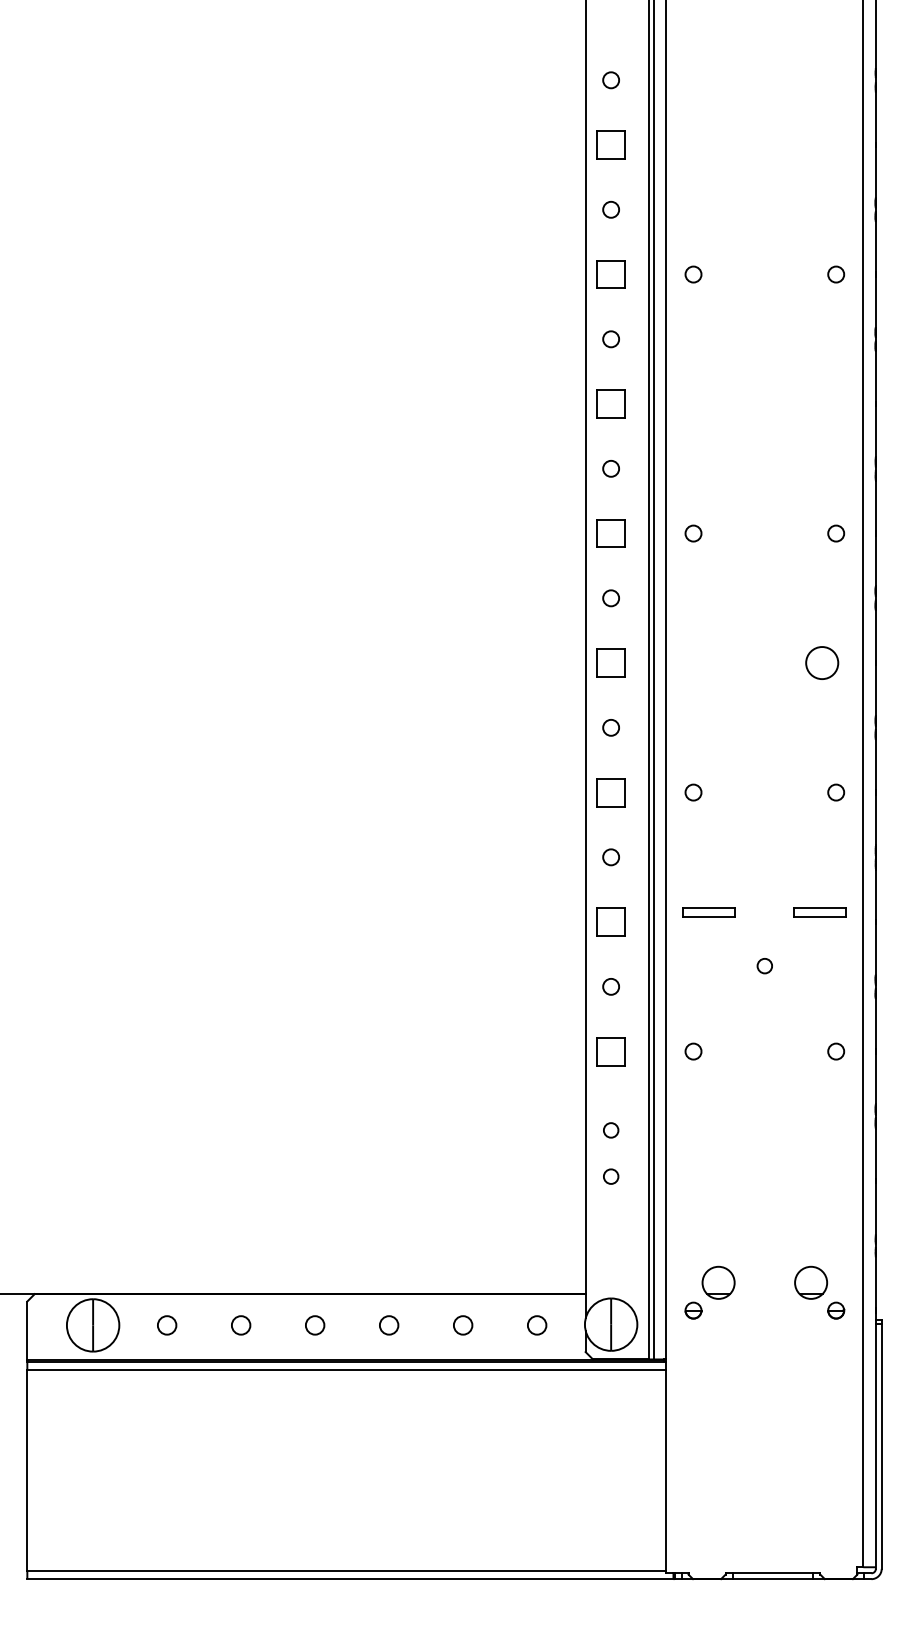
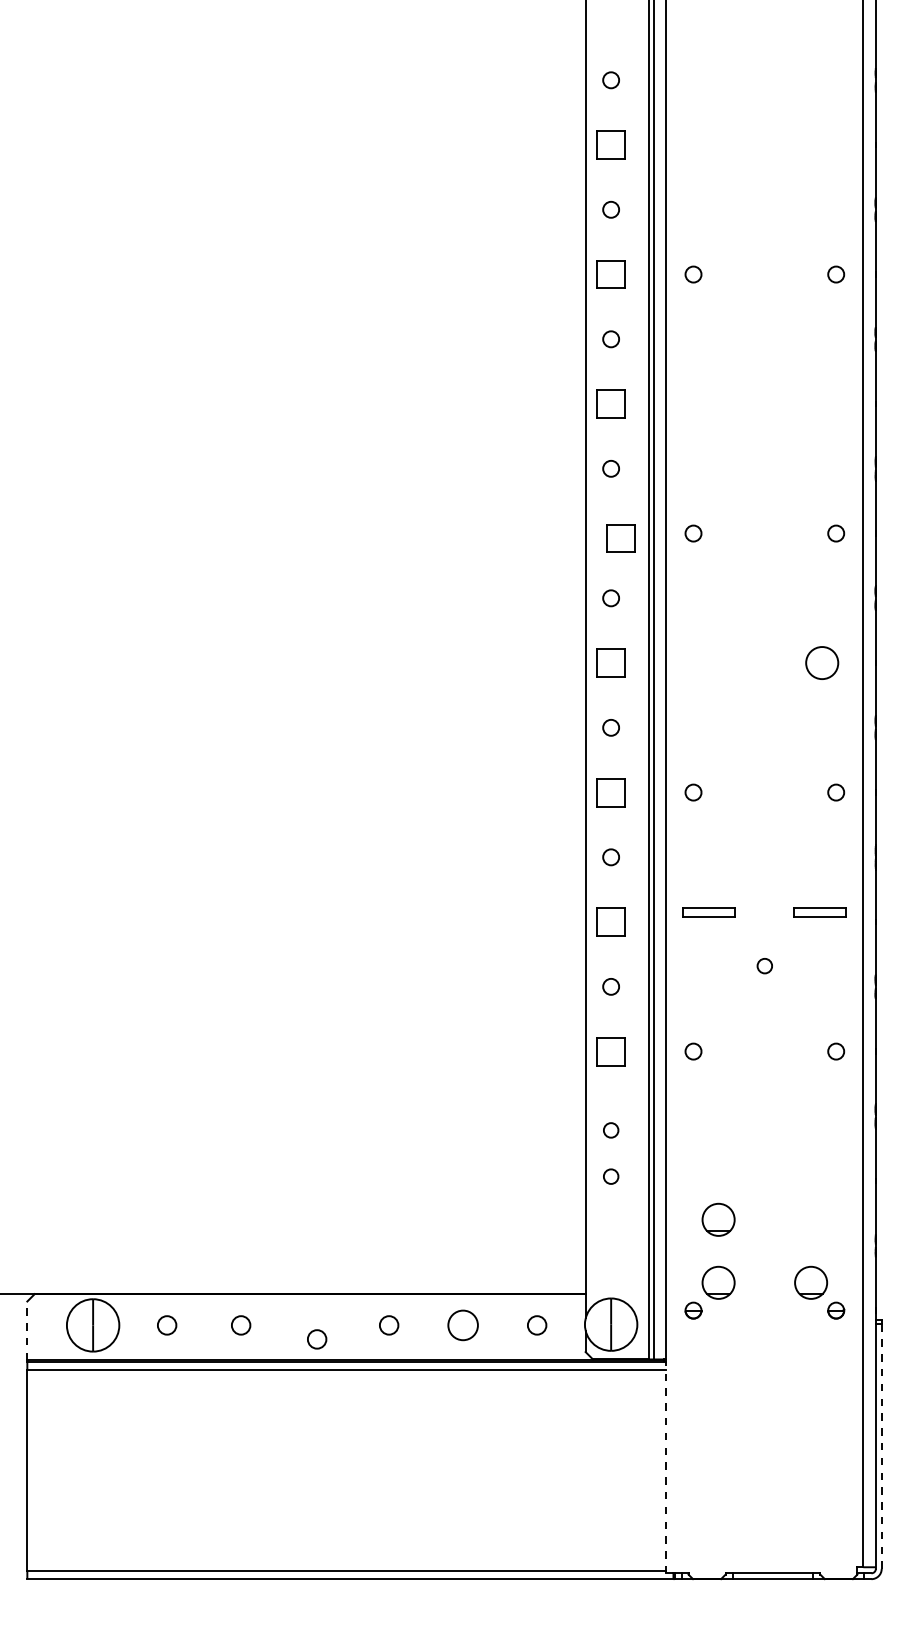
part at (610, 533) position: (610, 533) -> (620, 538)
part at (718, 1219): none -> present
circle at (315, 1325) position: (315, 1325) -> (317, 1339)
circle at (462, 1325) diameter: 19 px -> 30 px
line at (27, 1330): solid -> dashed
line at (881, 1446): solid -> dashed
line at (666, 1466): solid -> dashed
